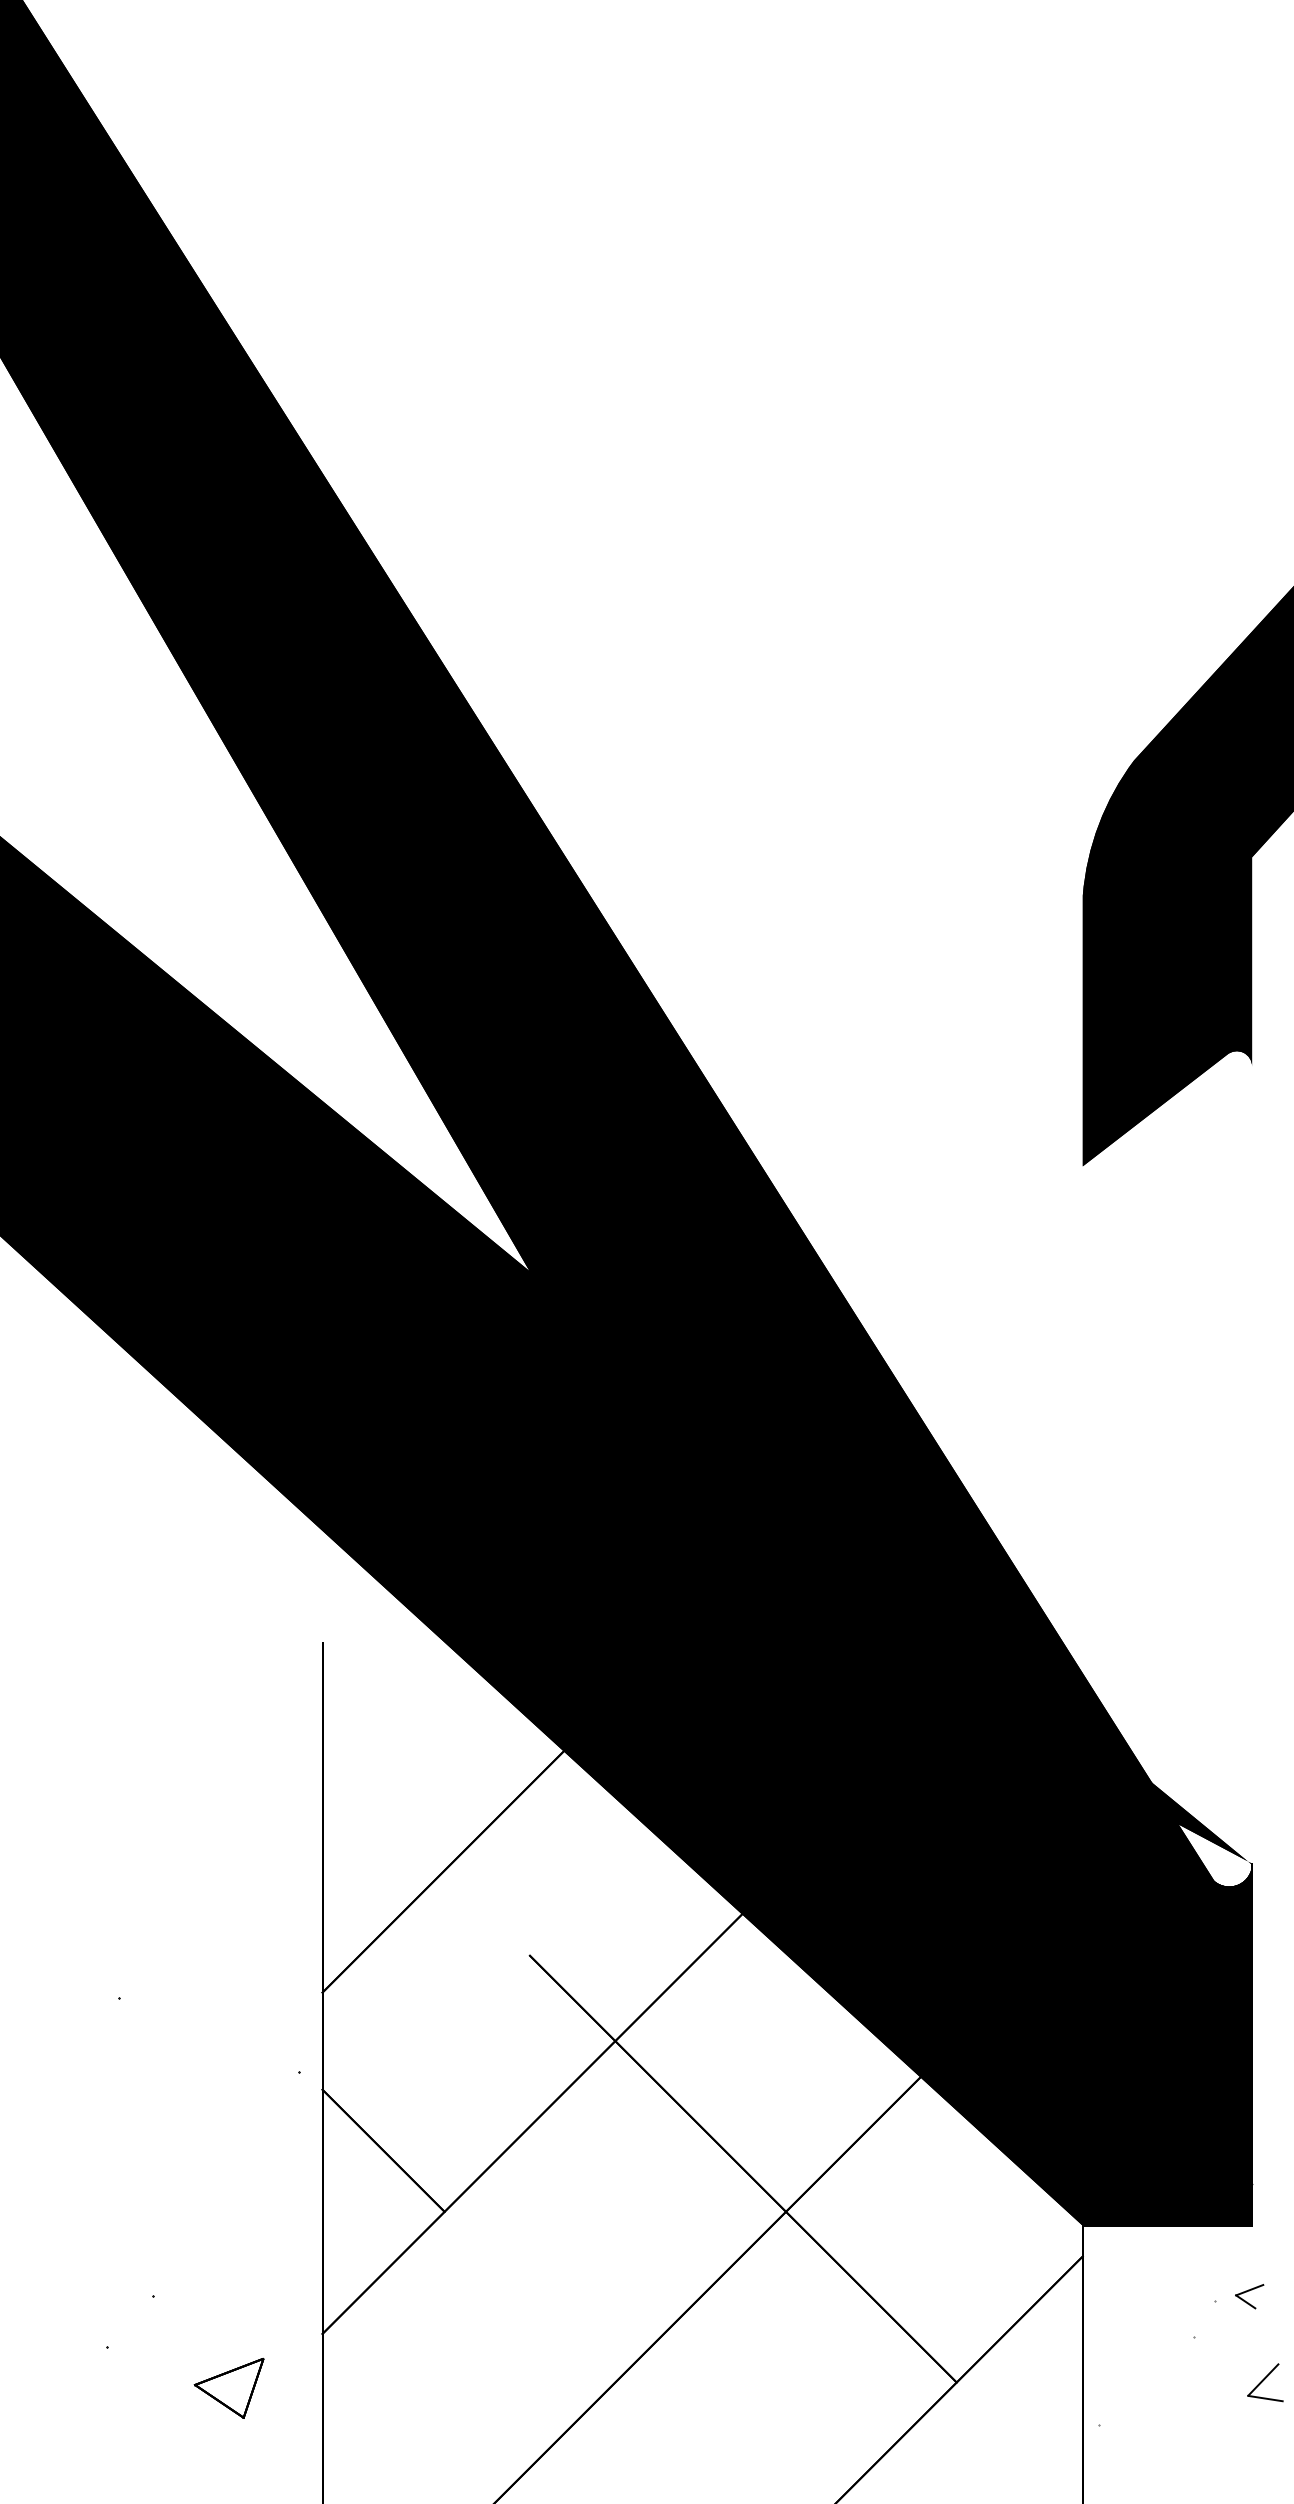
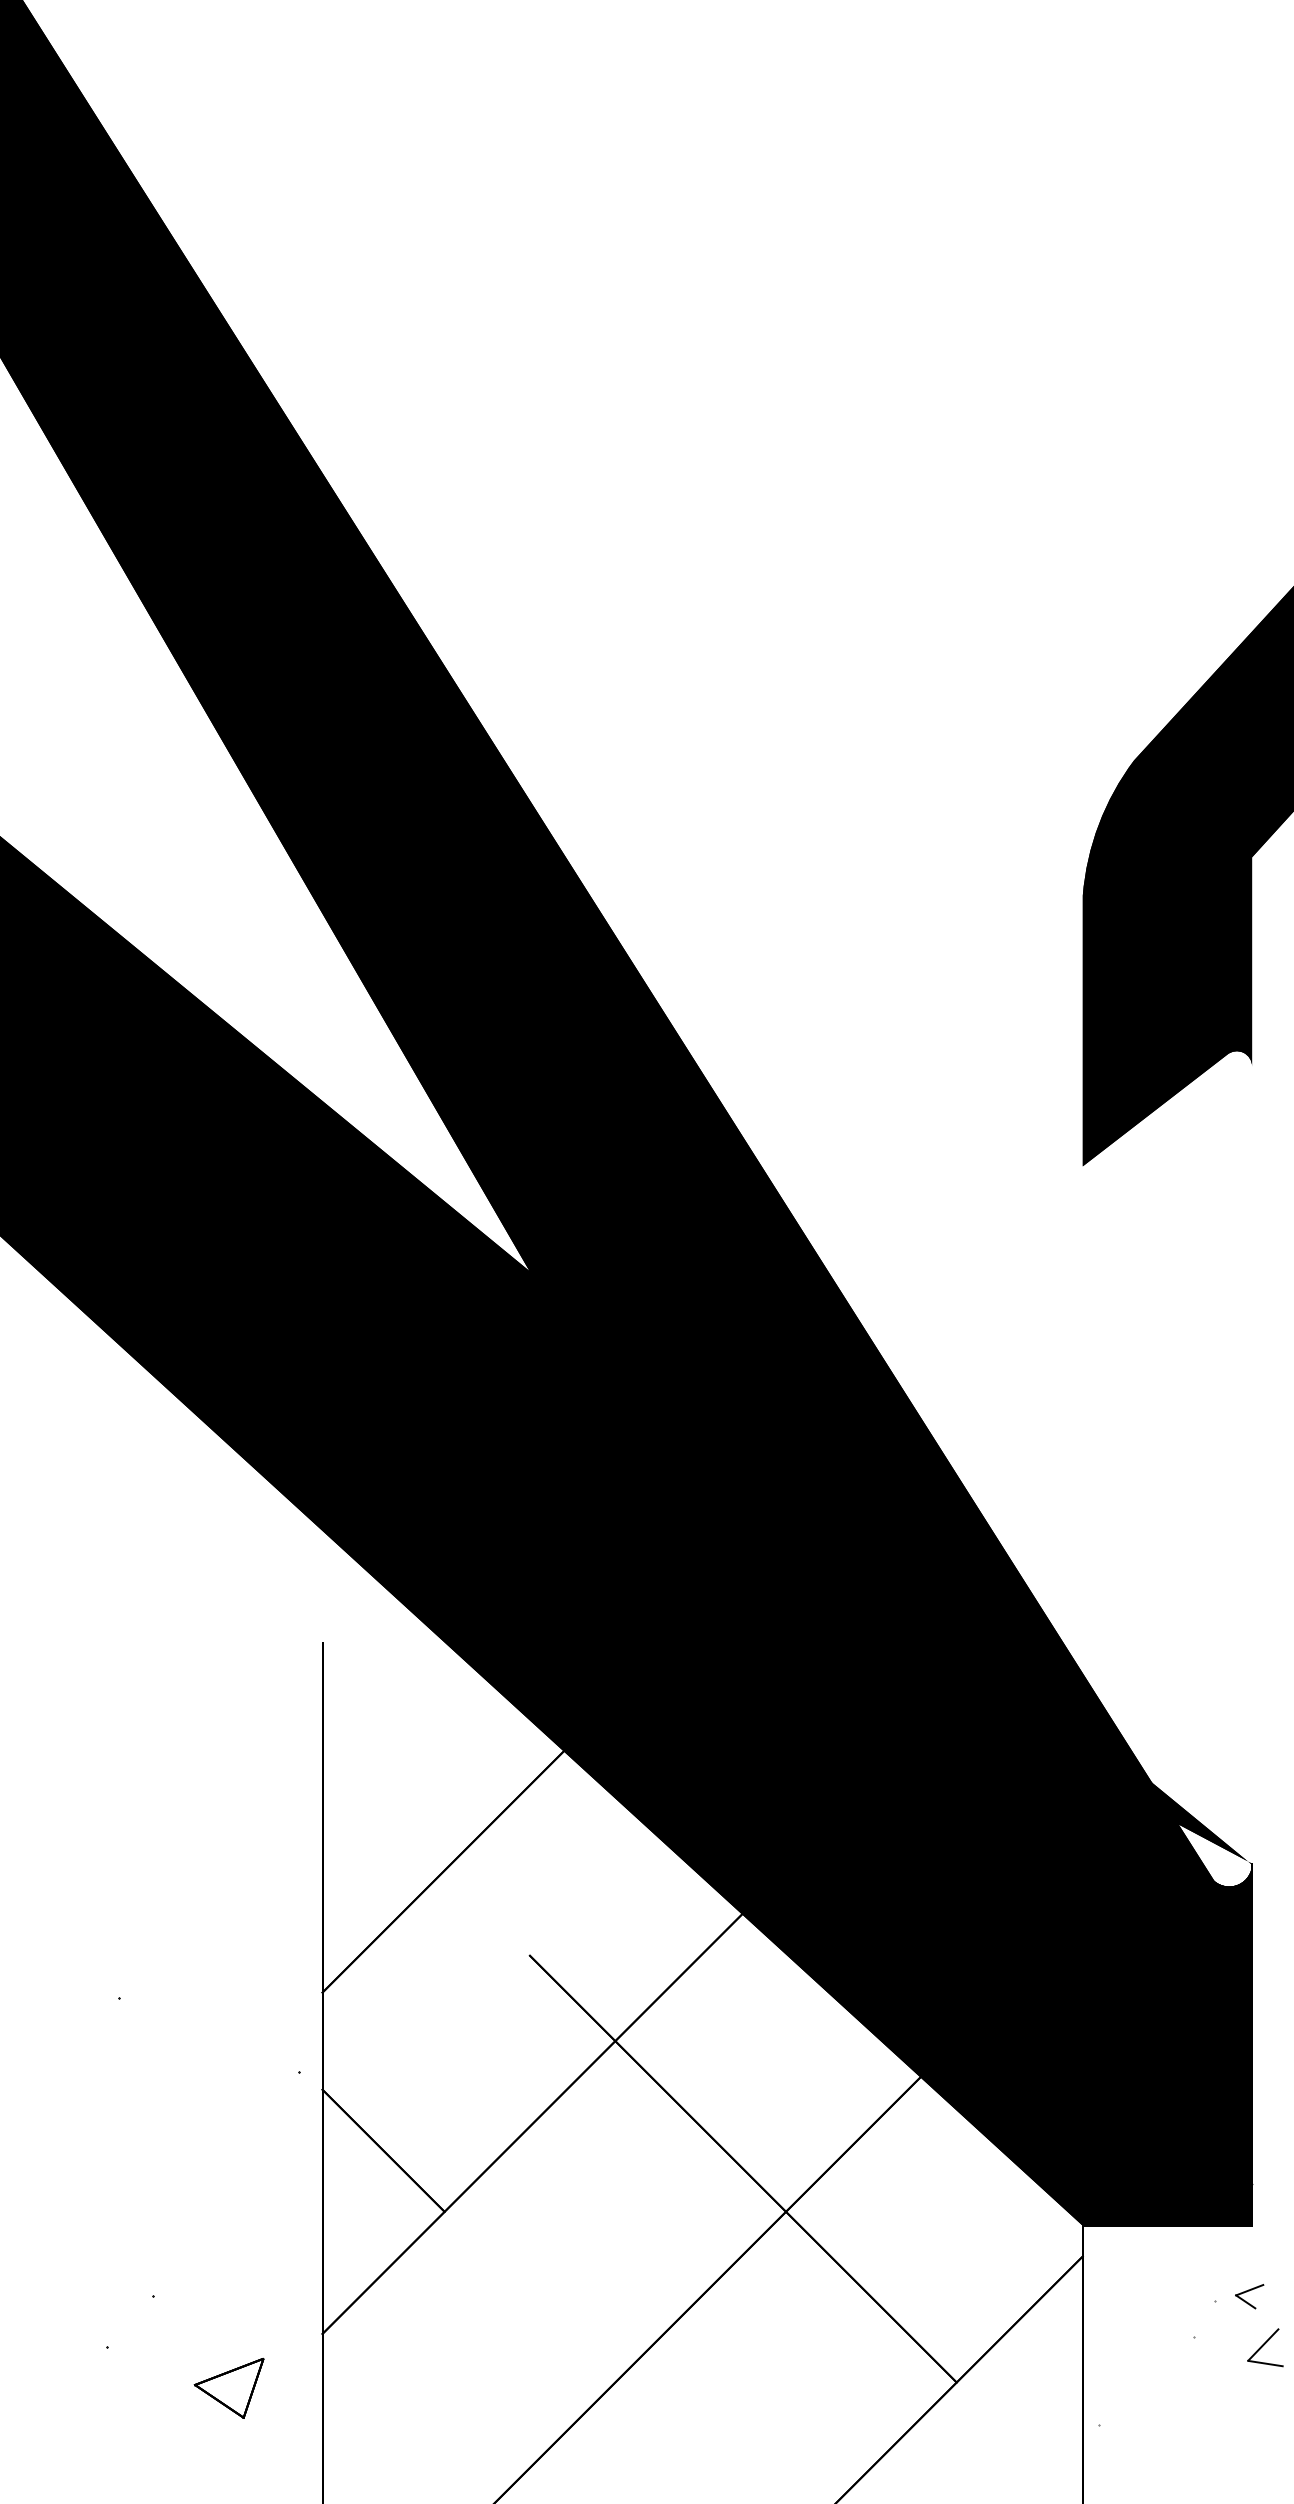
part at (1265, 2382) position: (1265, 2382) -> (1265, 2347)
